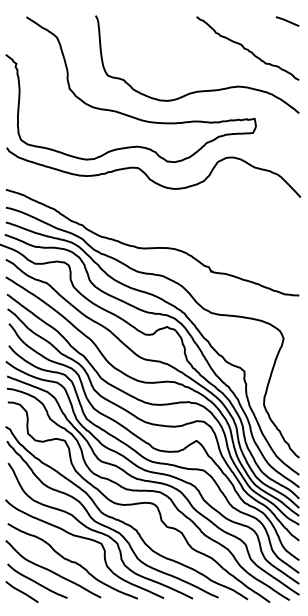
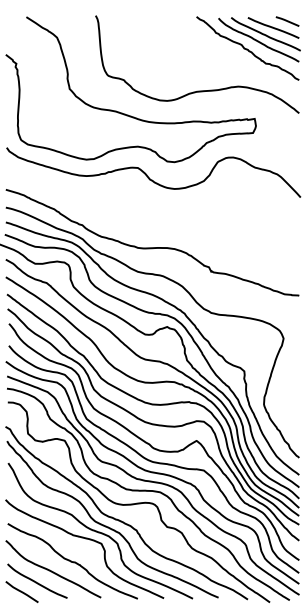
part at (259, 39): none -> present
